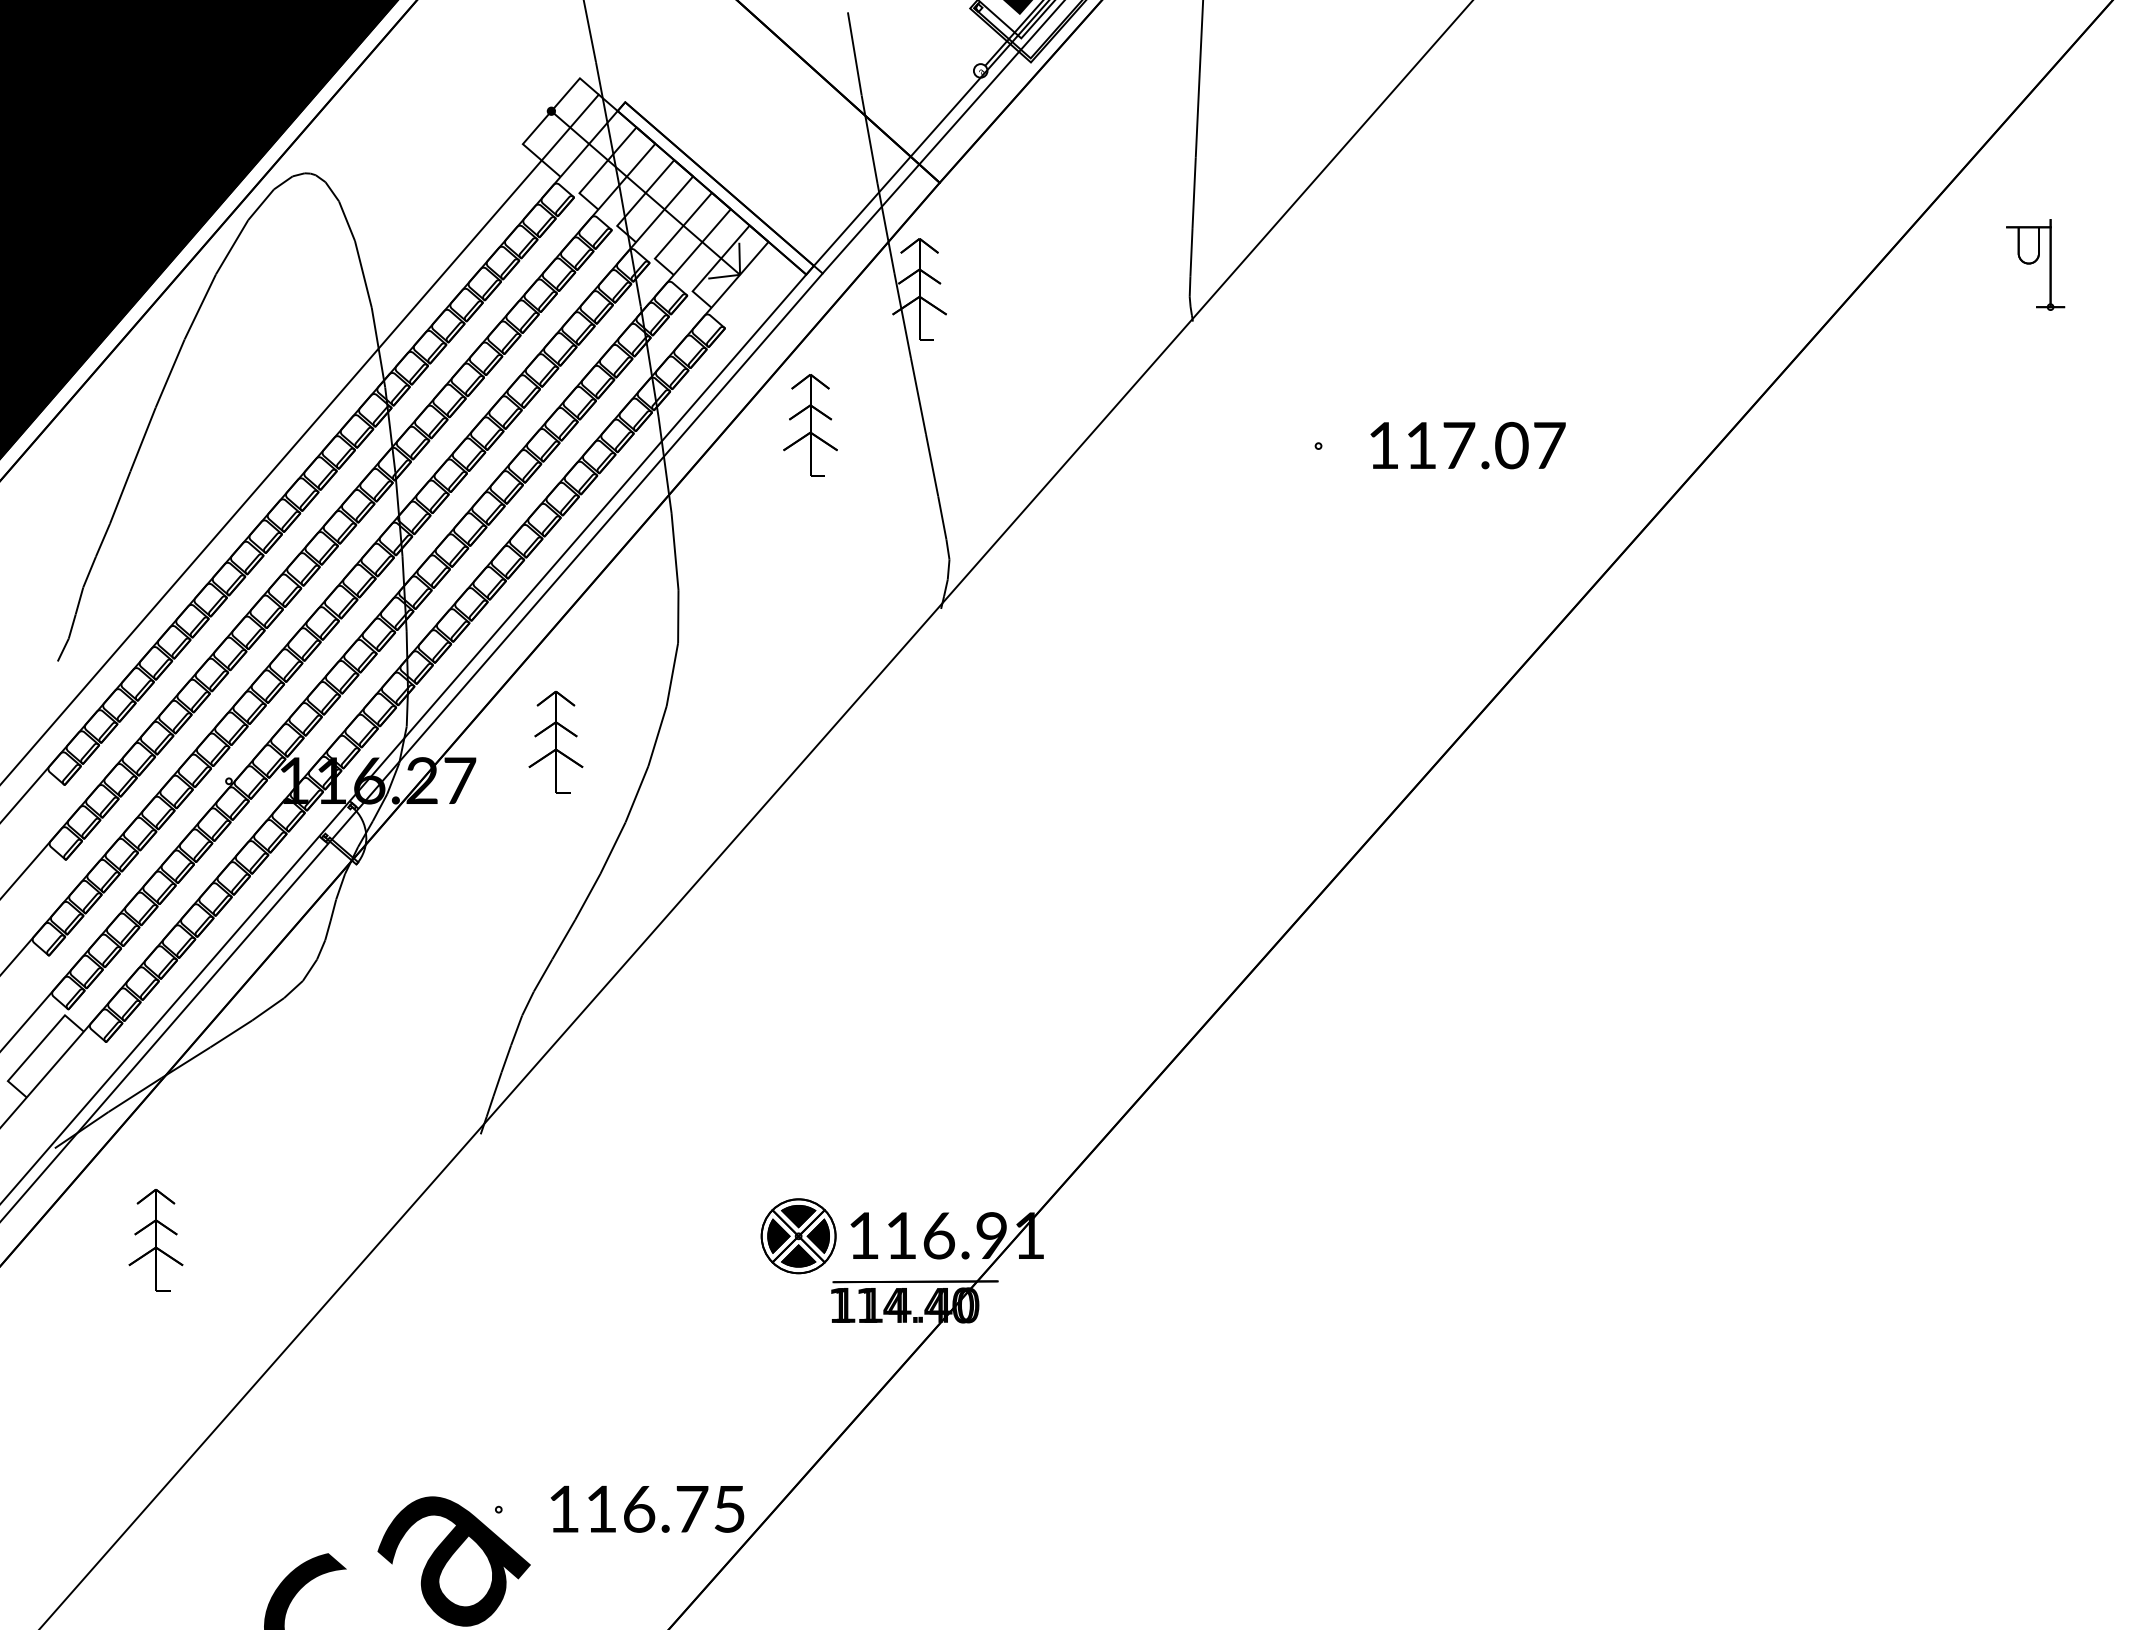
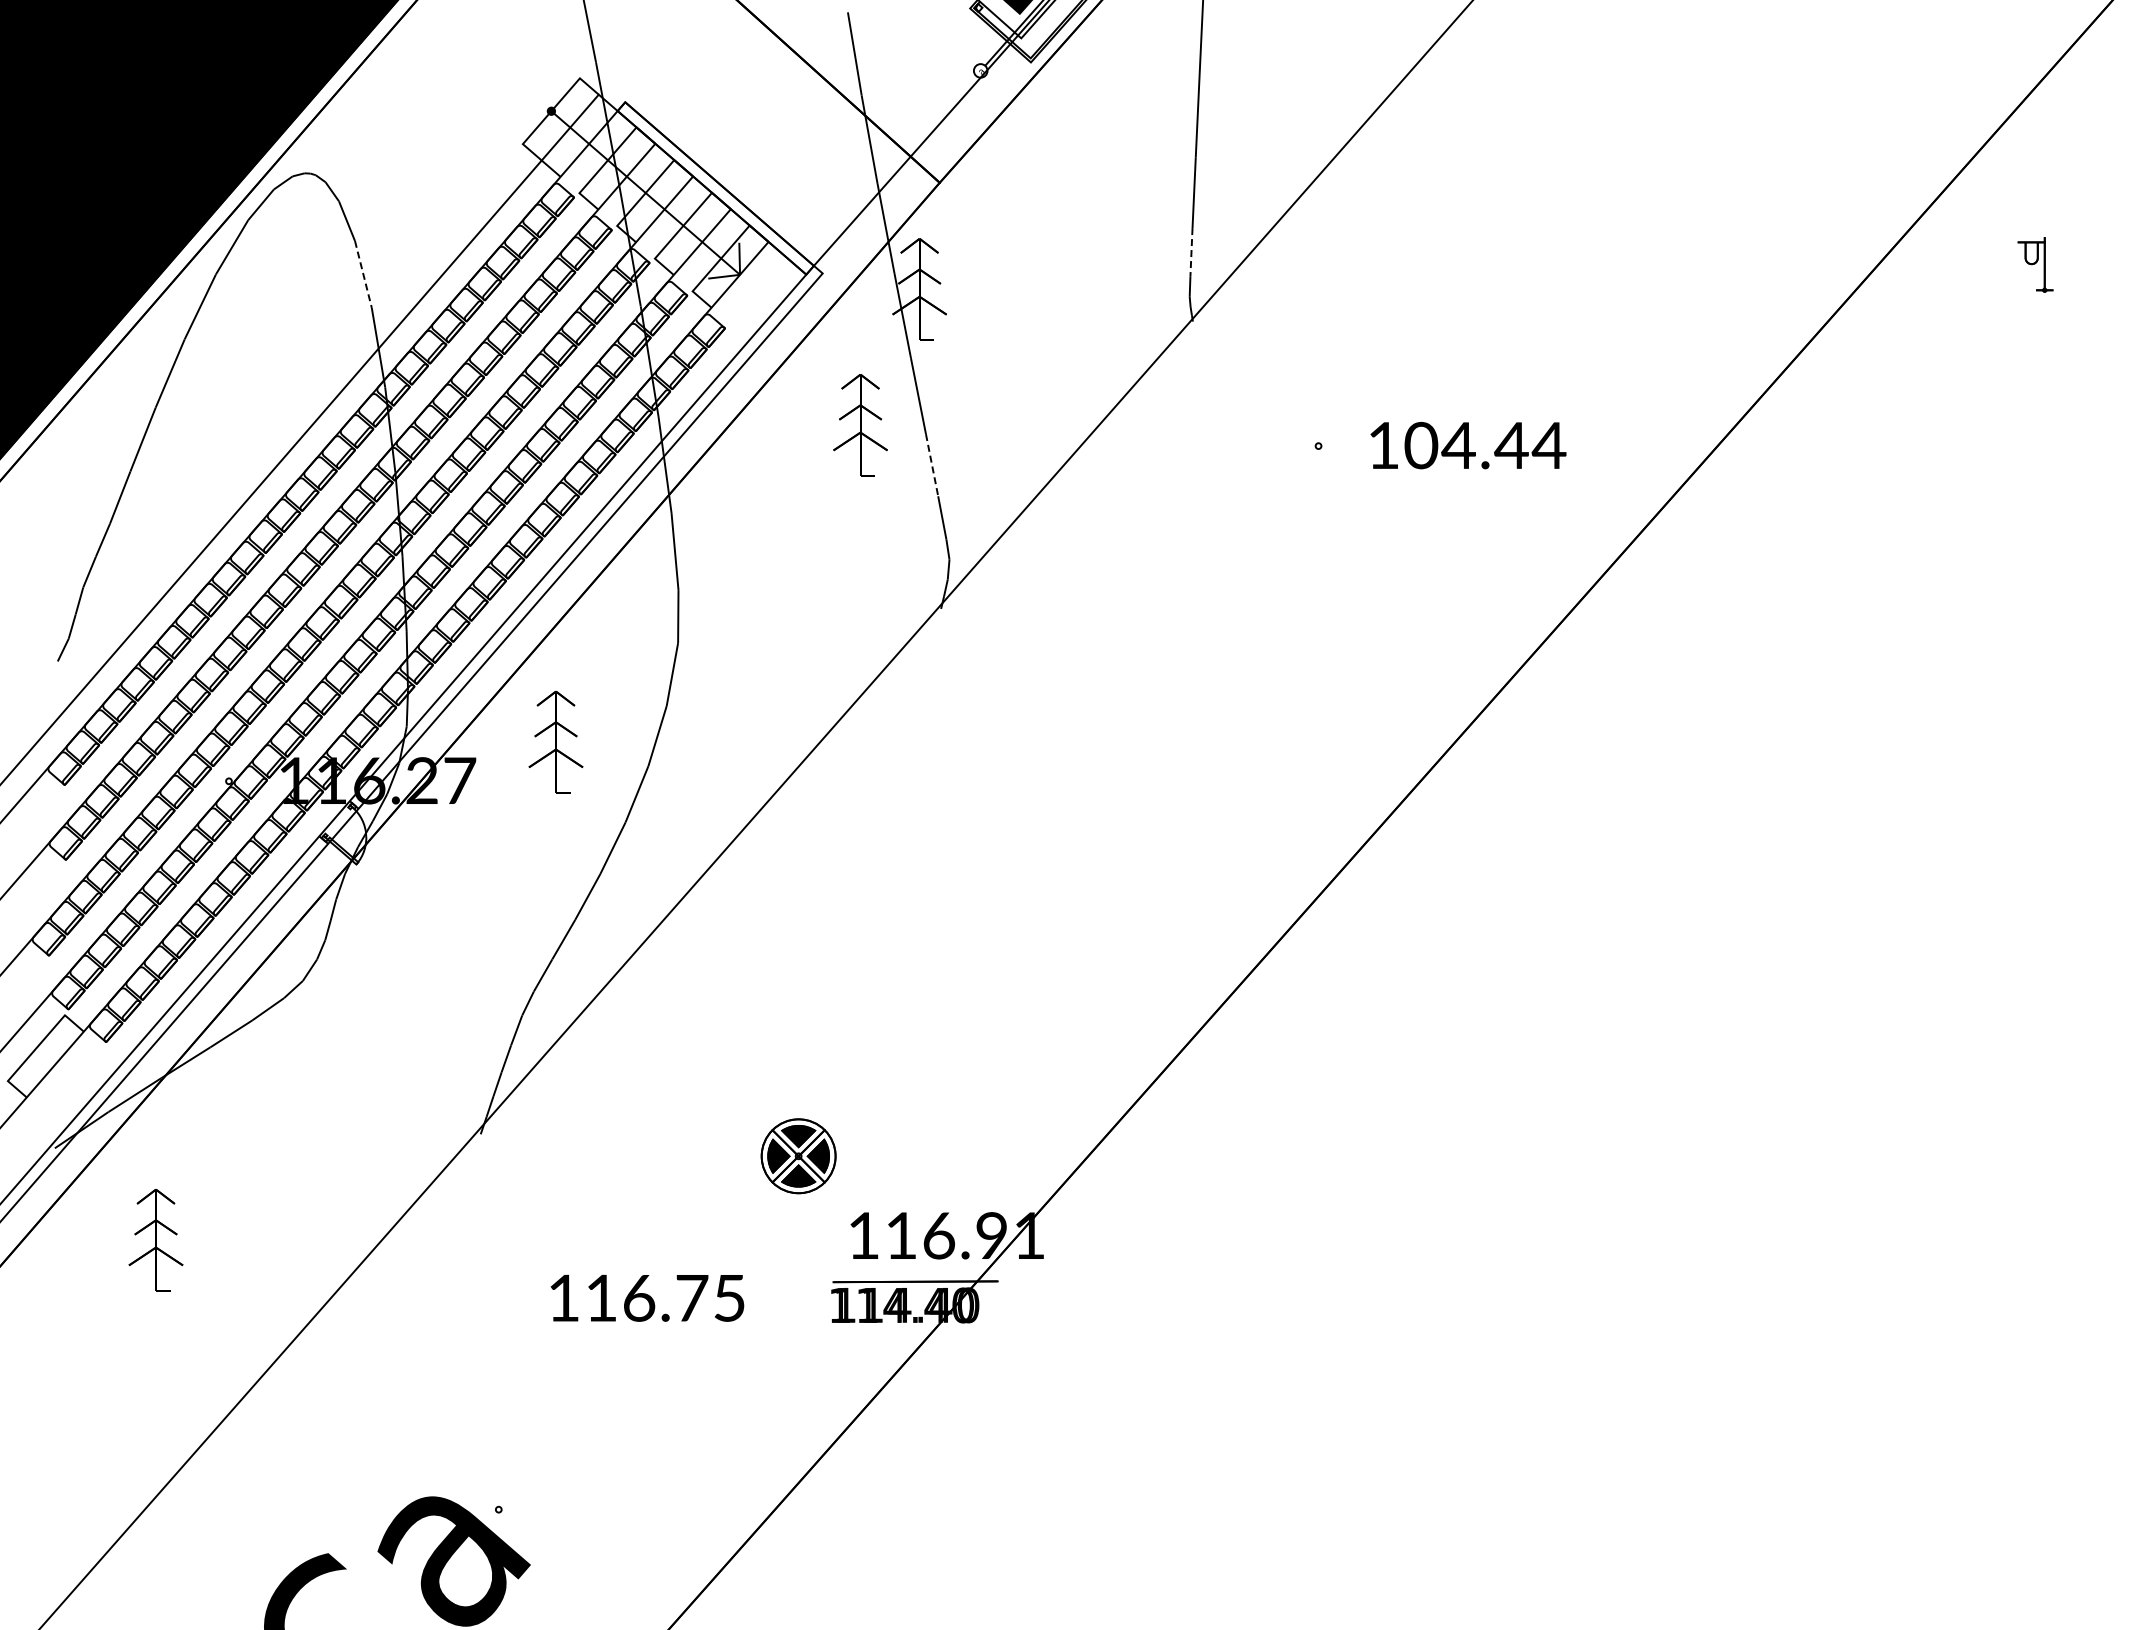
line at (942, 137): present -> none
line at (1191, 252): solid -> dashed
part at (2035, 264) size: 60x92 px -> 37x56 px
line at (363, 274): solid -> dashed
part at (810, 425) position: (810, 425) -> (860, 425)
text at (1485, 445): 117.07 -> 104.44
line at (932, 465): solid -> dashed
part at (798, 1236) position: (798, 1236) -> (798, 1156)
text at (647, 1508) position: (647, 1508) -> (647, 1297)
